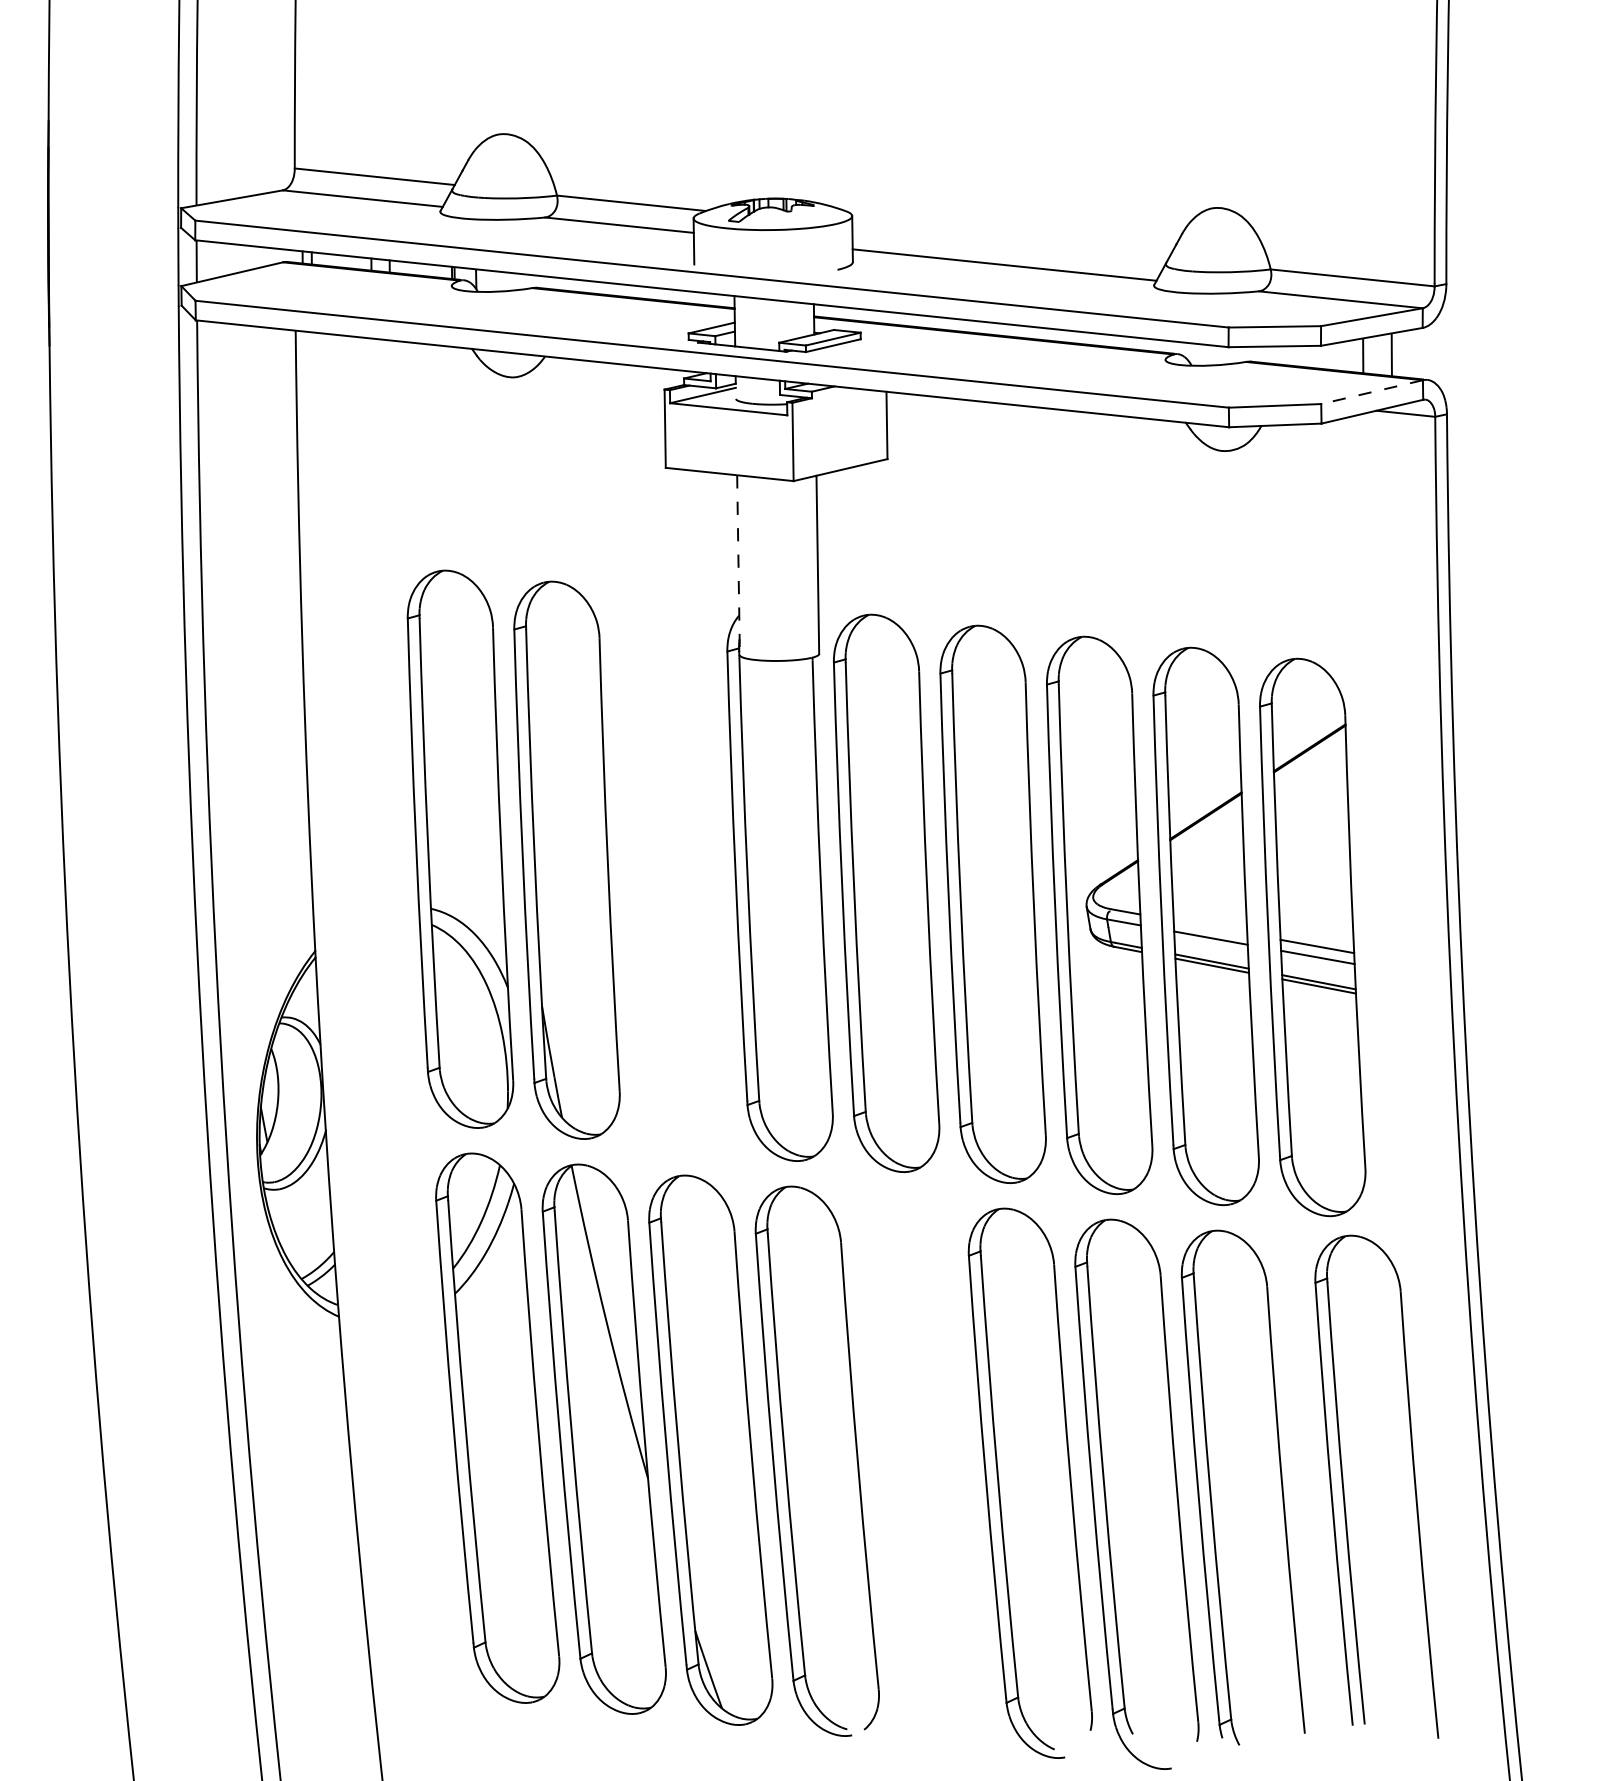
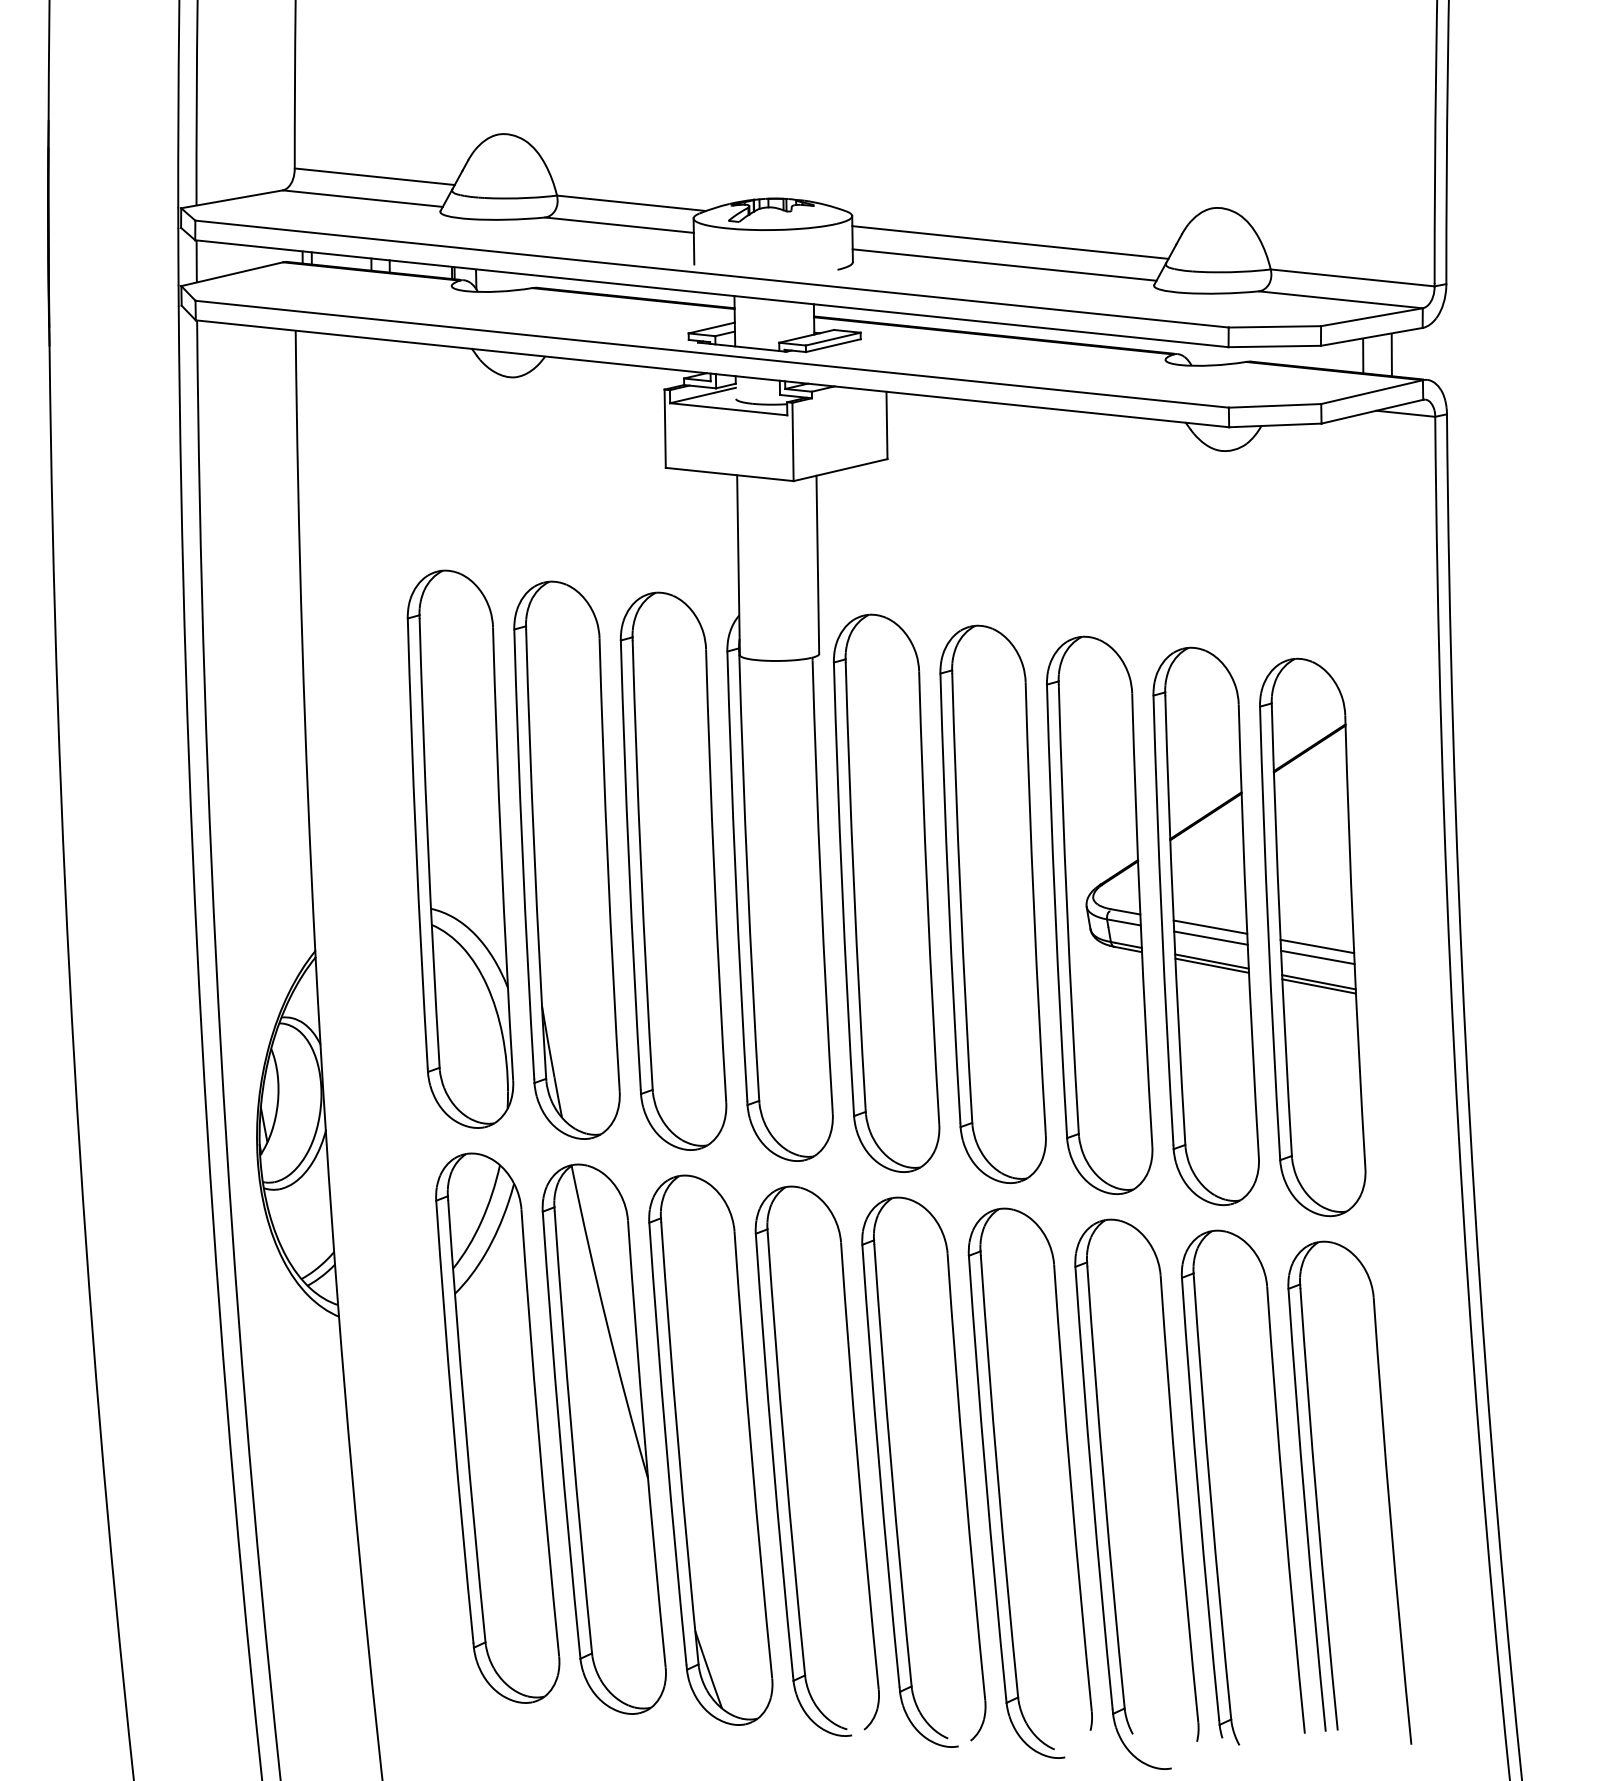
line at (1010, 242): none -> present
line at (1371, 392): dashed -> solid
line at (738, 565): dashed -> solid
part at (673, 870): none -> present
line at (1210, 926): none -> present
part at (893, 1475): none -> present
part at (1344, 1488) position: (1344, 1488) -> (1317, 1494)
